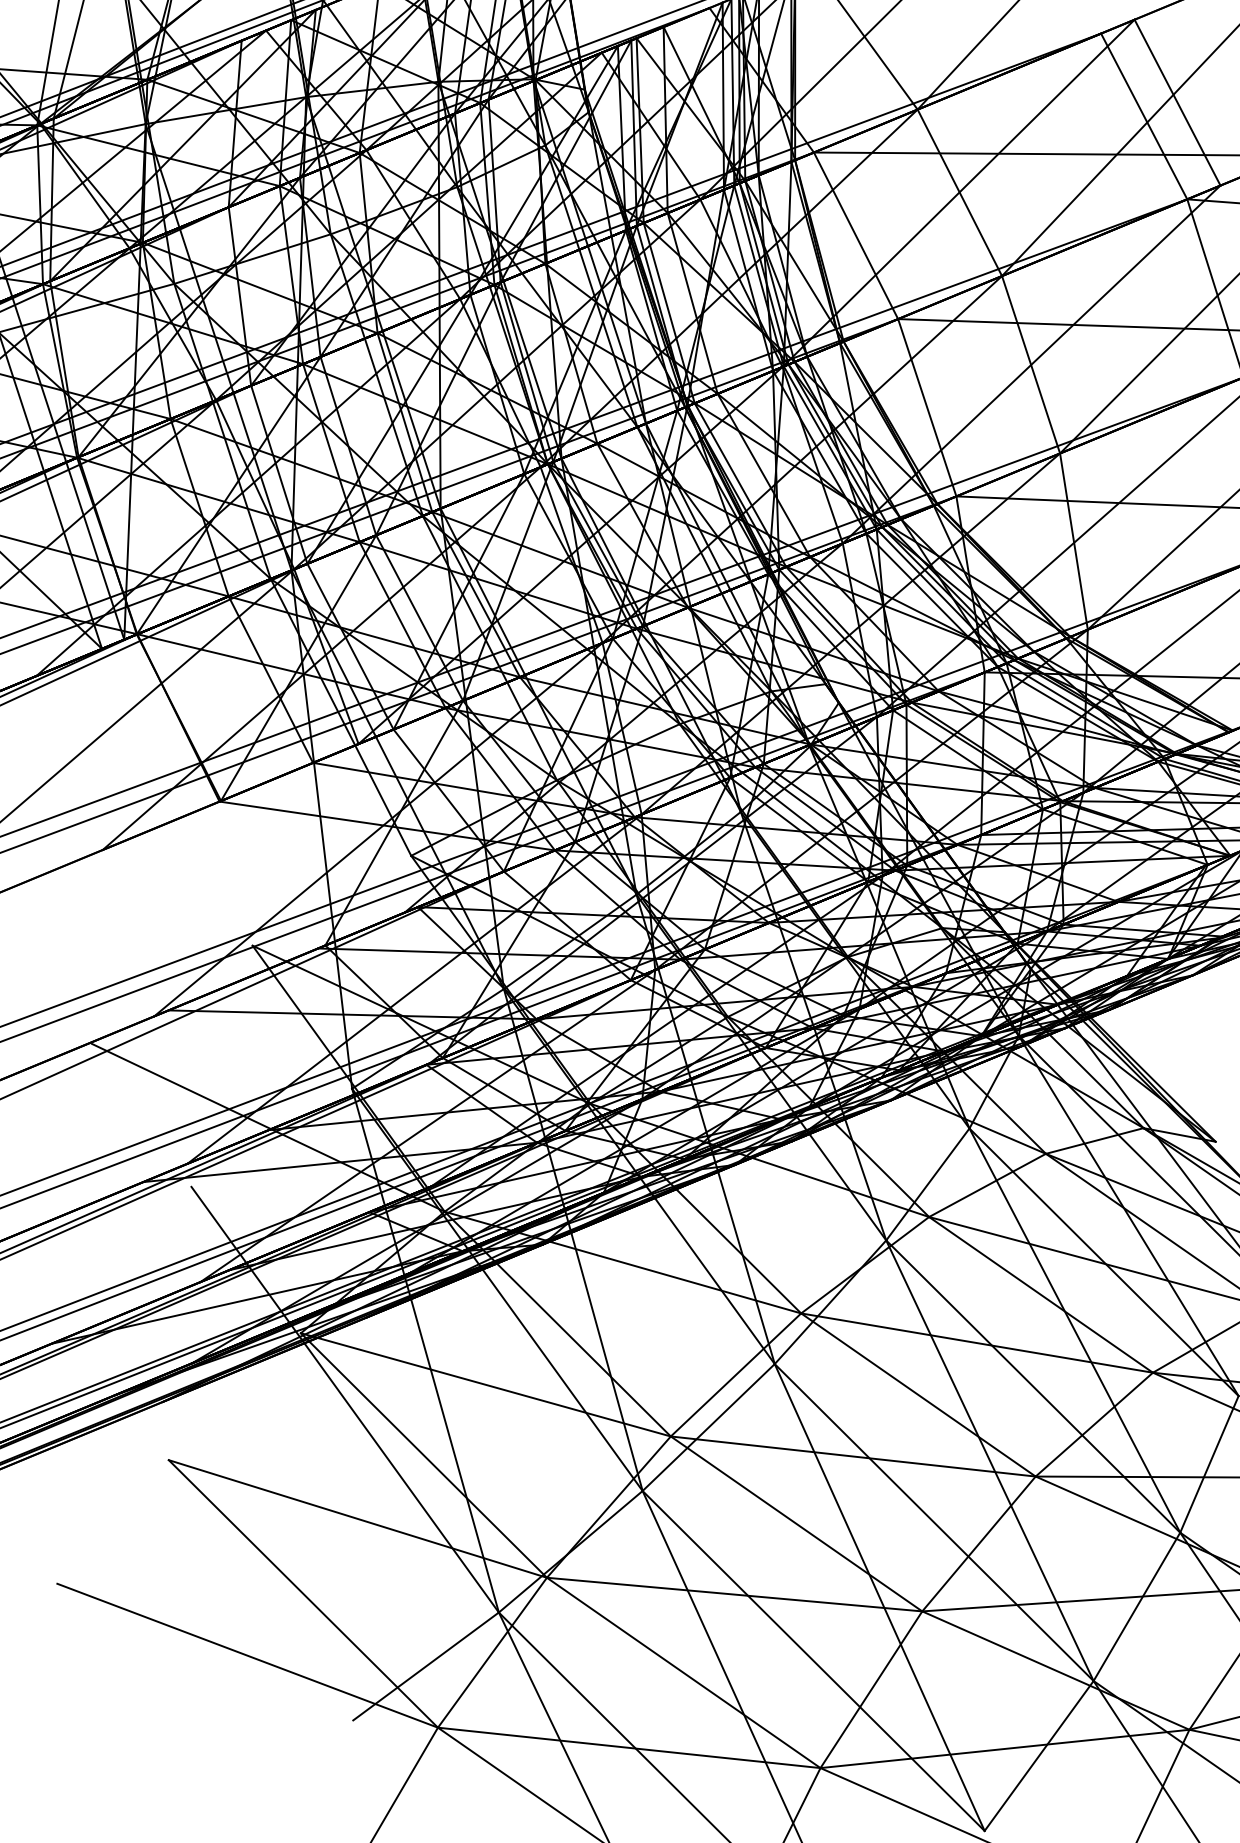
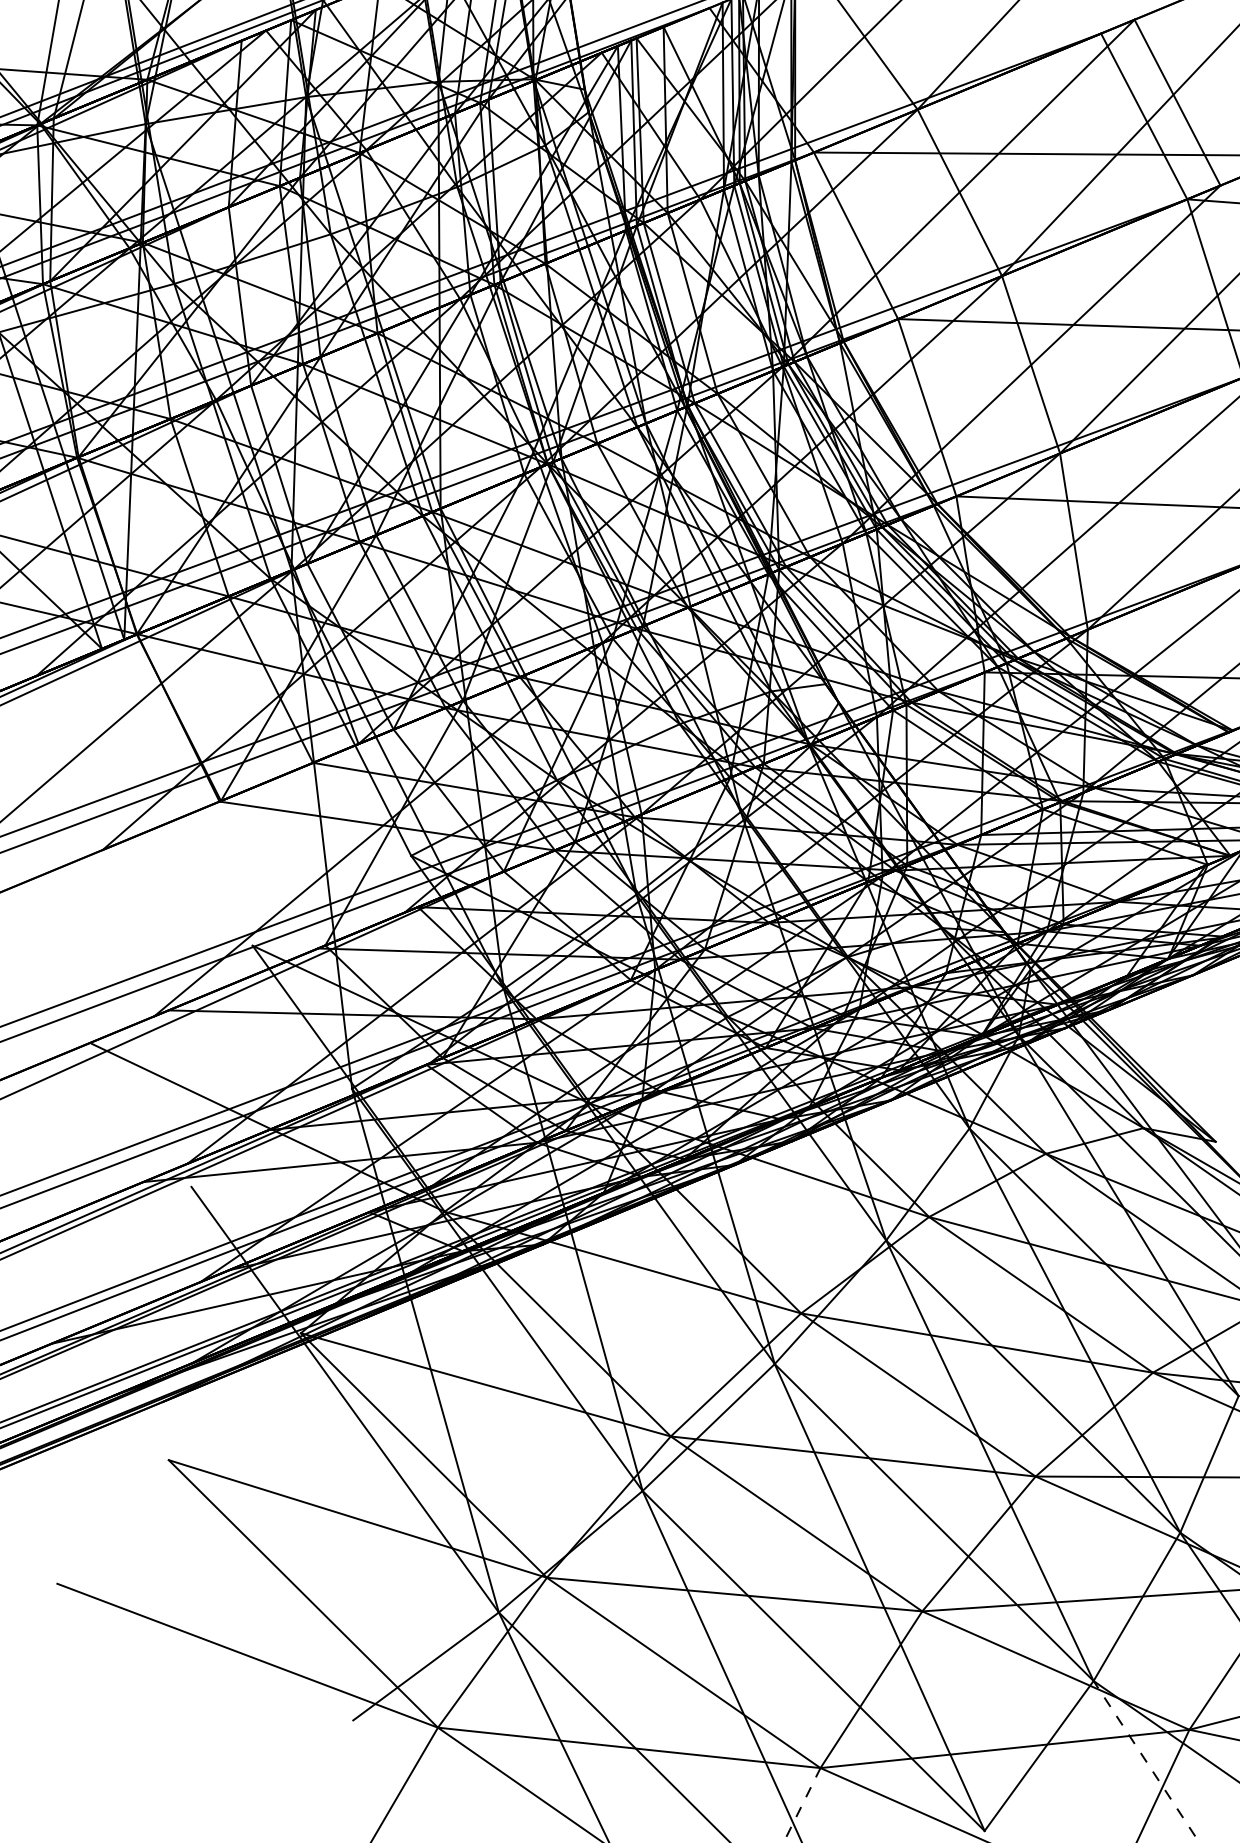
line at (1146, 1761): solid -> dashed
line at (802, 1804): solid -> dashed
